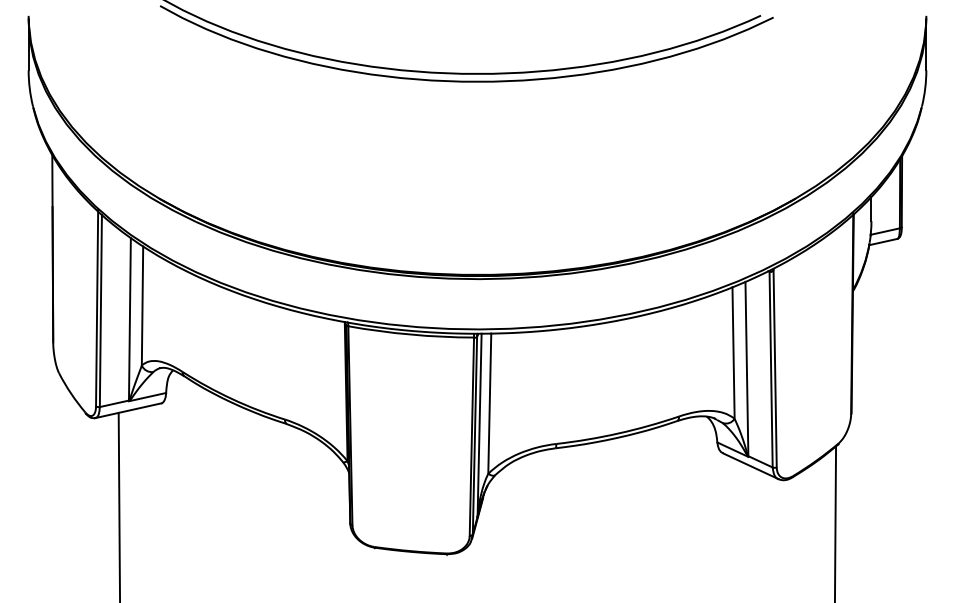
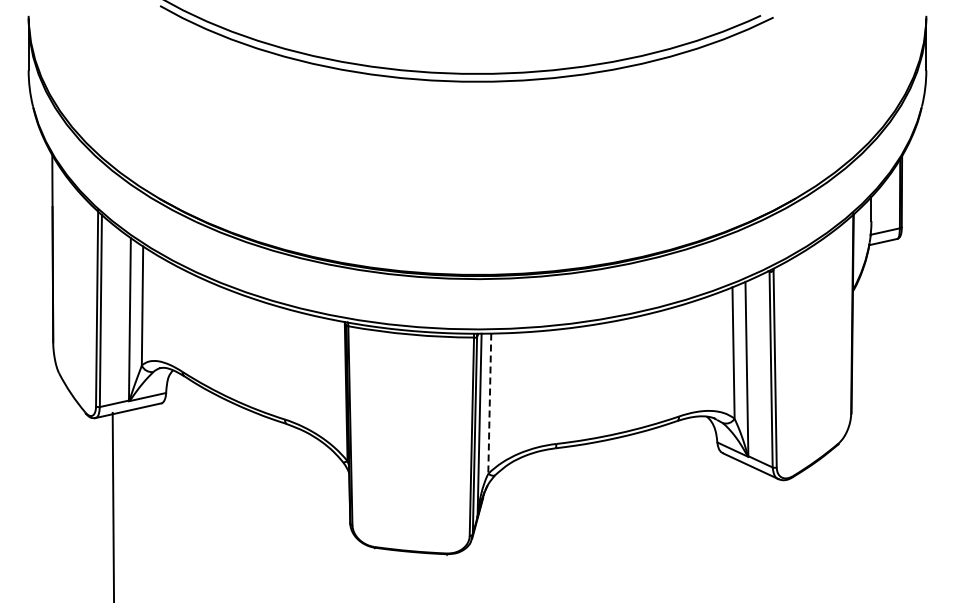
line at (489, 404): solid -> dashed
line at (119, 505) position: (119, 505) -> (113, 505)
line at (835, 522): present -> none
